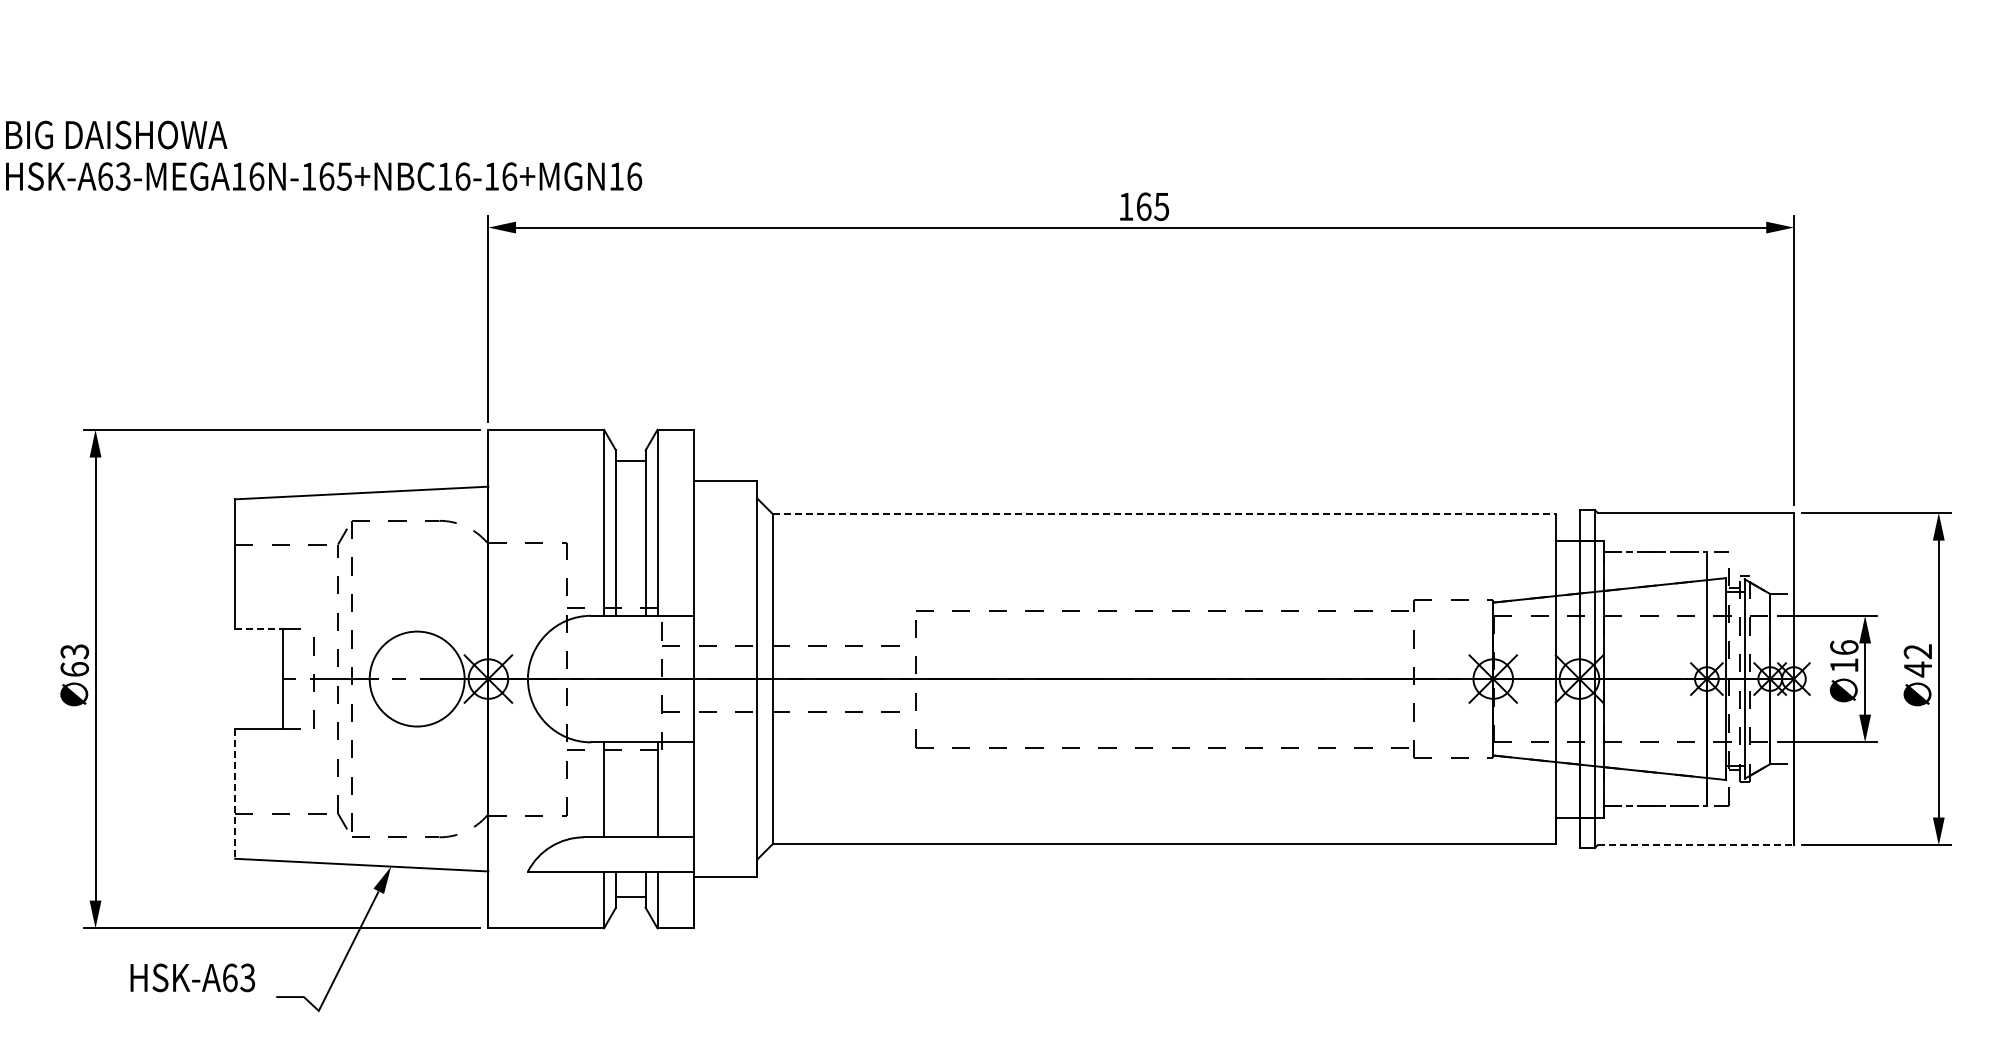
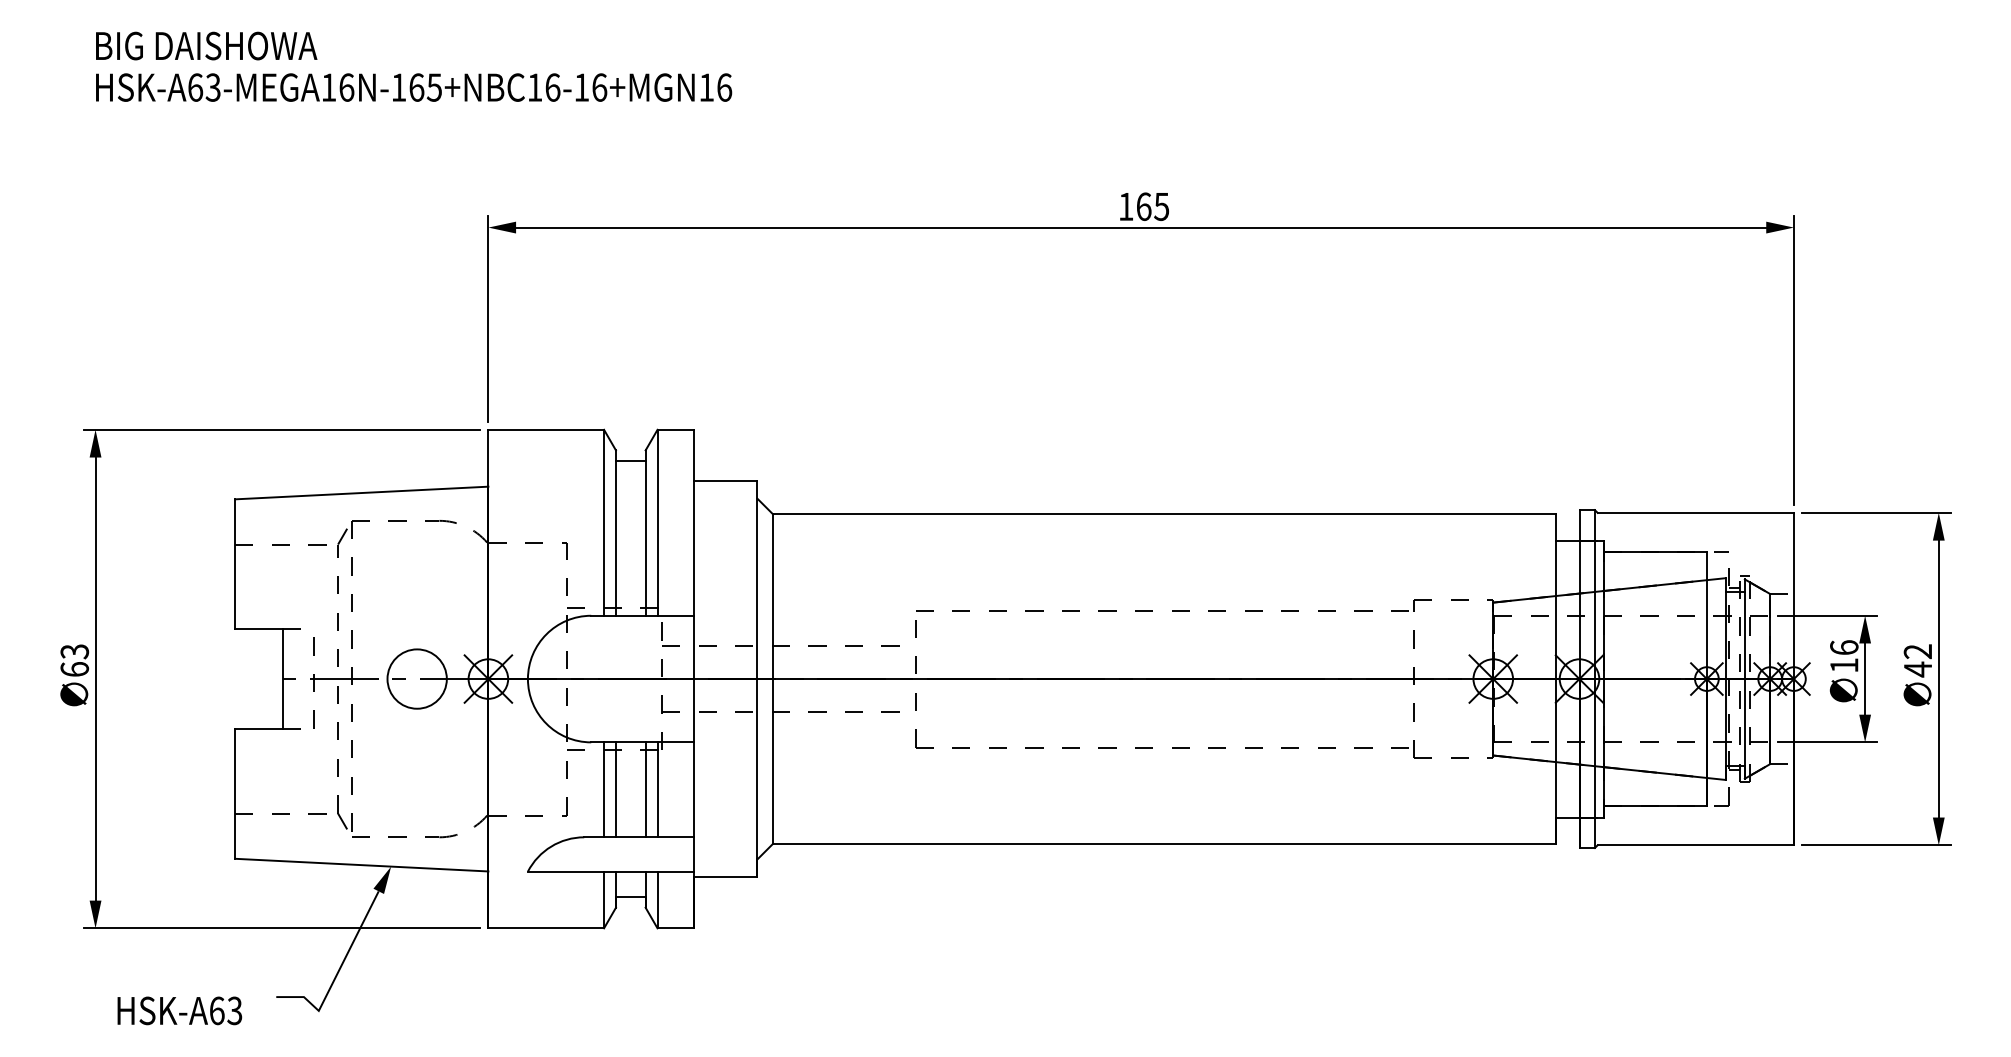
text at (324, 155) position: (324, 155) -> (414, 66)
line at (1165, 514): dashed -> solid
line at (1655, 552): dashed -> solid
line at (258, 629): dashed -> solid
circle at (416, 678) diameter: 95 px -> 59 px
line at (615, 789): none -> present
line at (645, 789): none -> present
line at (235, 794): dashed -> solid
line at (1655, 805): dashed -> solid
line at (1696, 845): dashed -> solid
text at (192, 977) position: (192, 977) -> (179, 1010)
